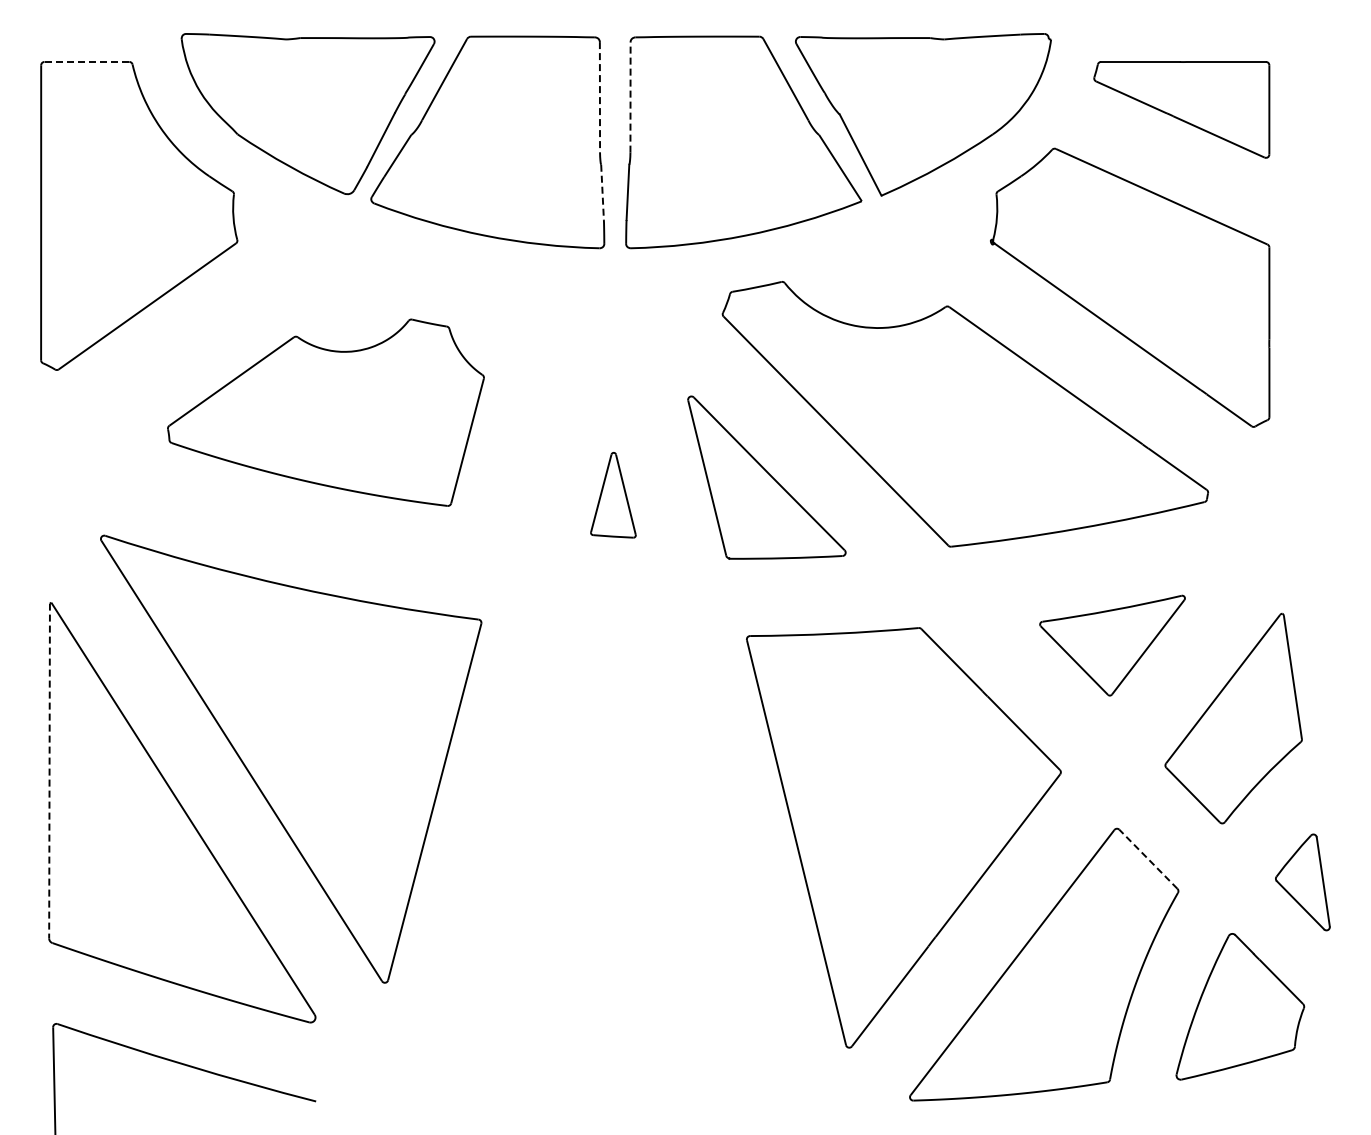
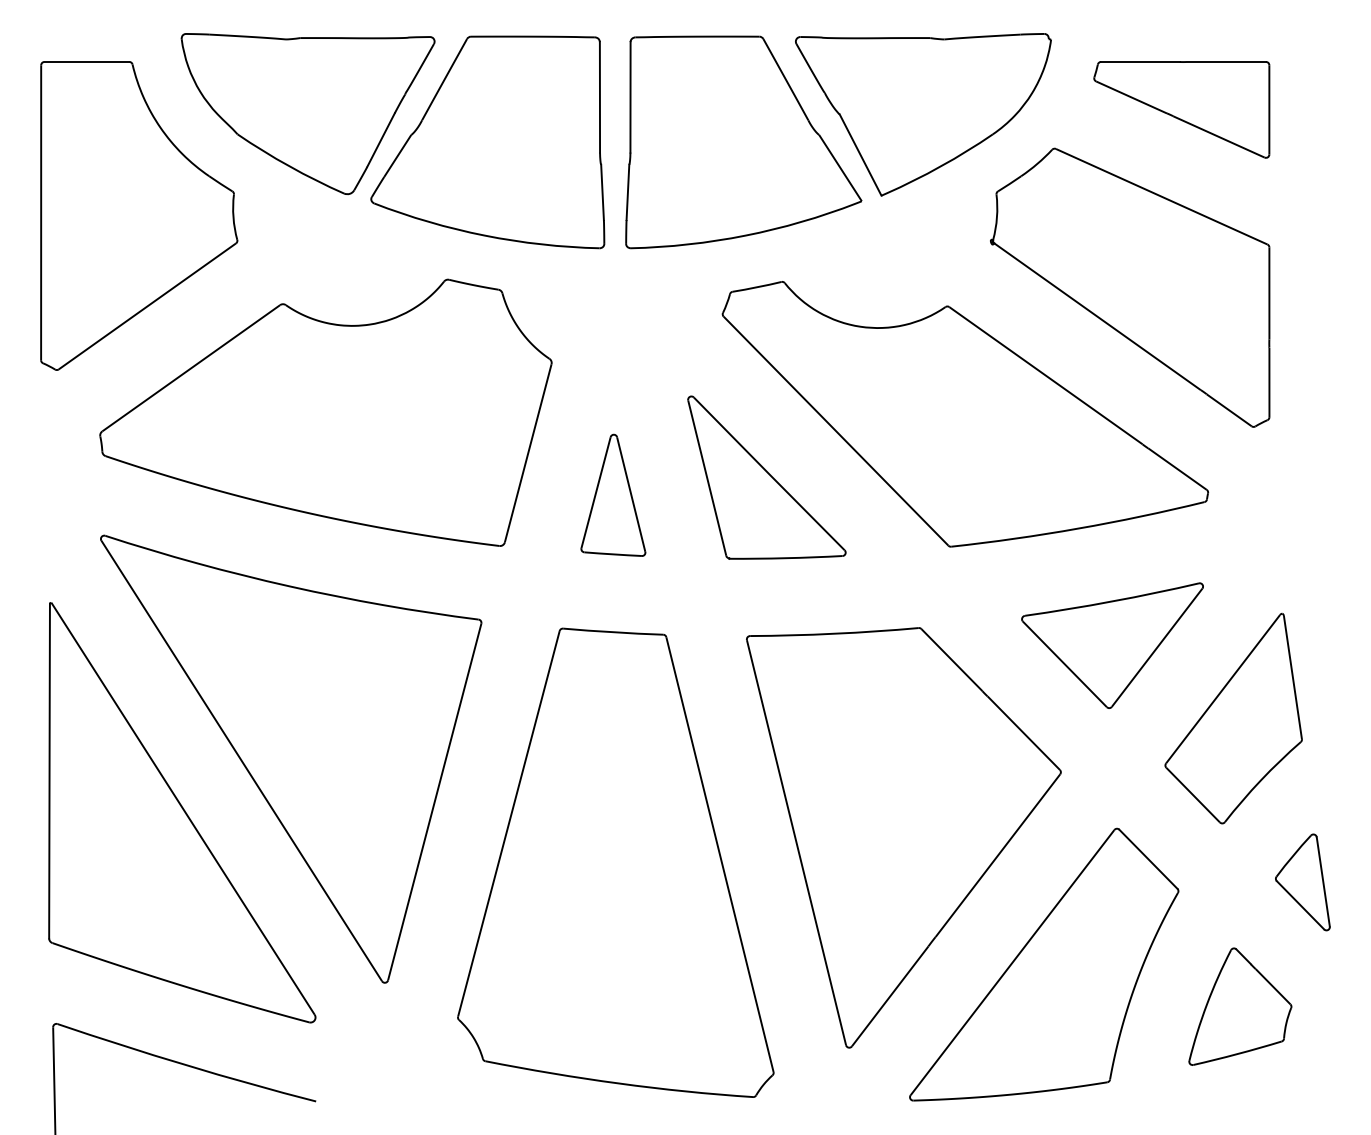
line at (86, 61): dashed -> solid
line at (630, 96): dashed -> solid
line at (599, 97): dashed -> solid
line at (602, 192): dashed -> solid
part at (325, 412) size: 318x189 px -> 454x269 px
part at (613, 495) size: 47x87 px -> 67x124 px
part at (1112, 645) size: 147x103 px -> 183x127 px
line at (49, 771): dashed -> solid
line at (1148, 858): dashed -> solid
part at (615, 862): none -> present
part at (1240, 1006) size: 131x148 px -> 105x119 px
